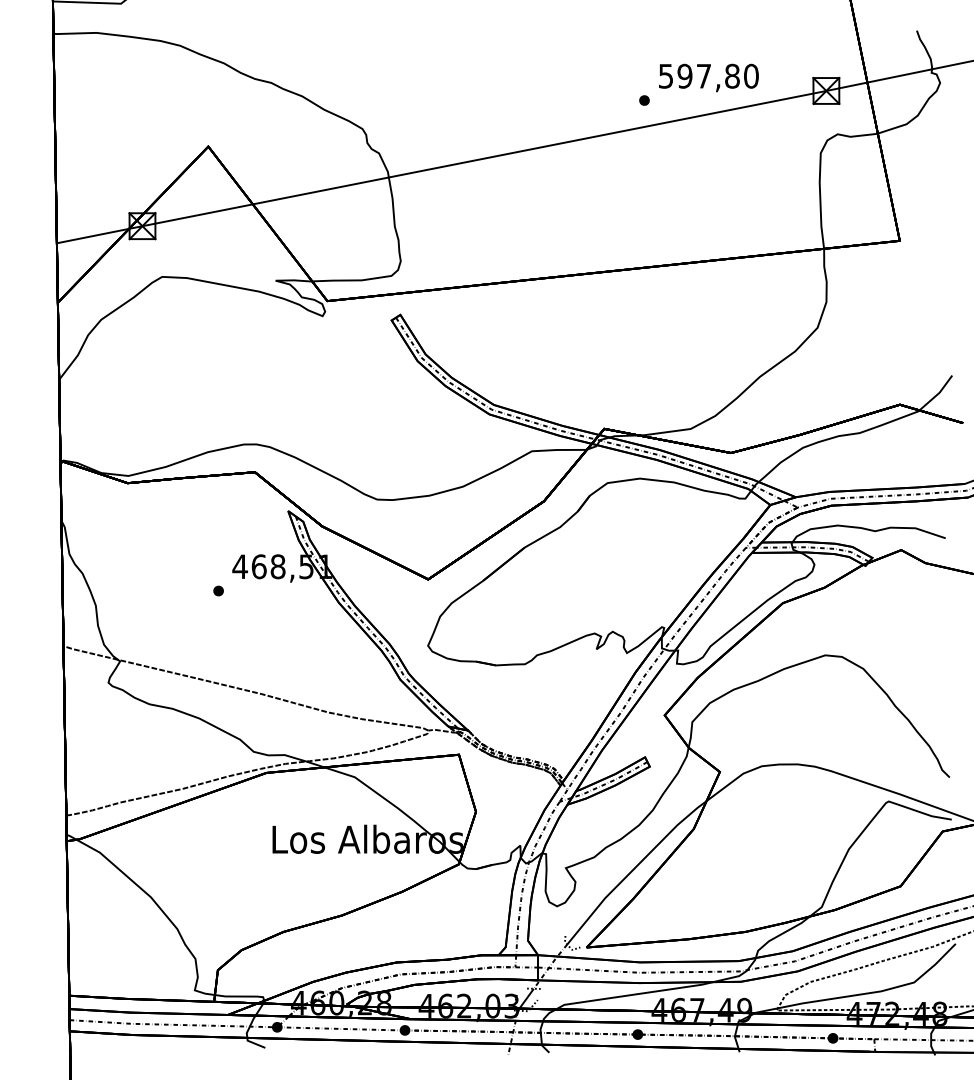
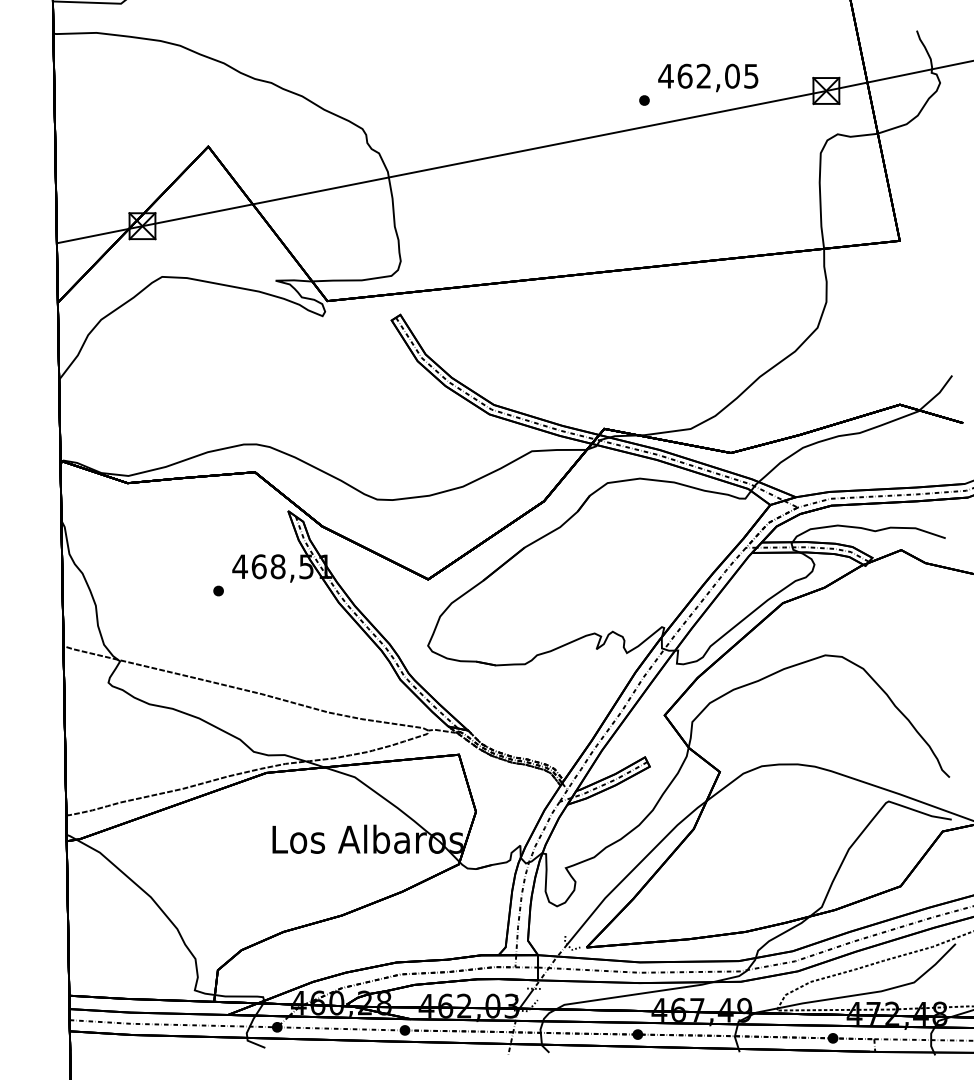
text at (708, 75): 597,80 -> 462,05
